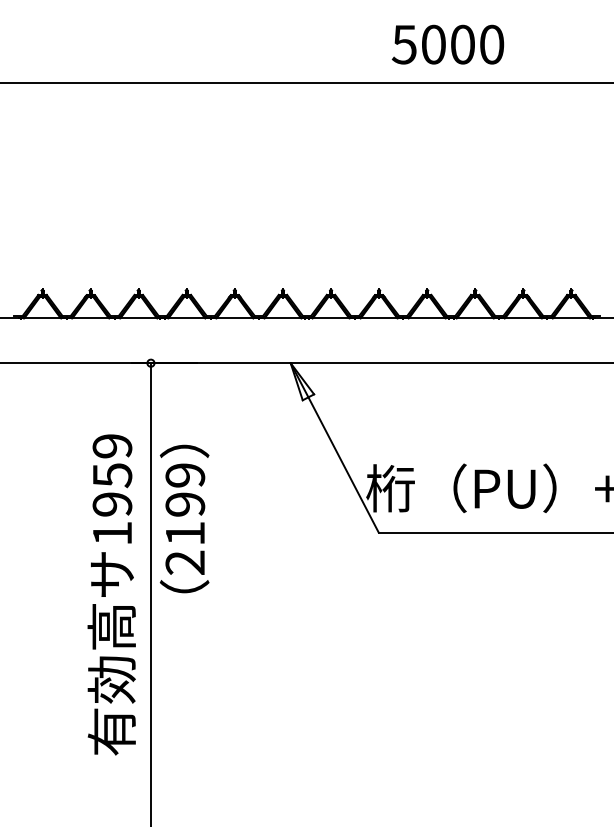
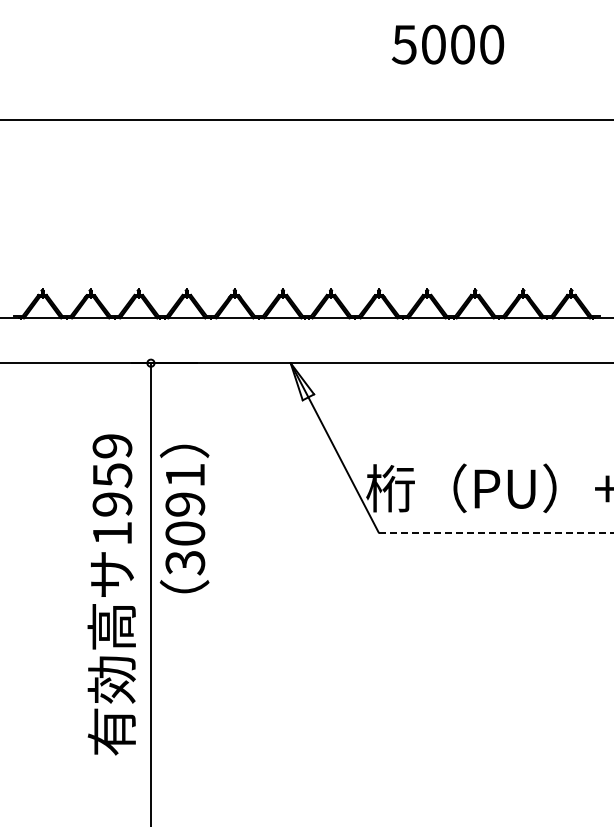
line at (306, 83) position: (306, 83) -> (306, 120)
text at (185, 519): 2199 -> 3091
line at (496, 532): solid -> dashed
